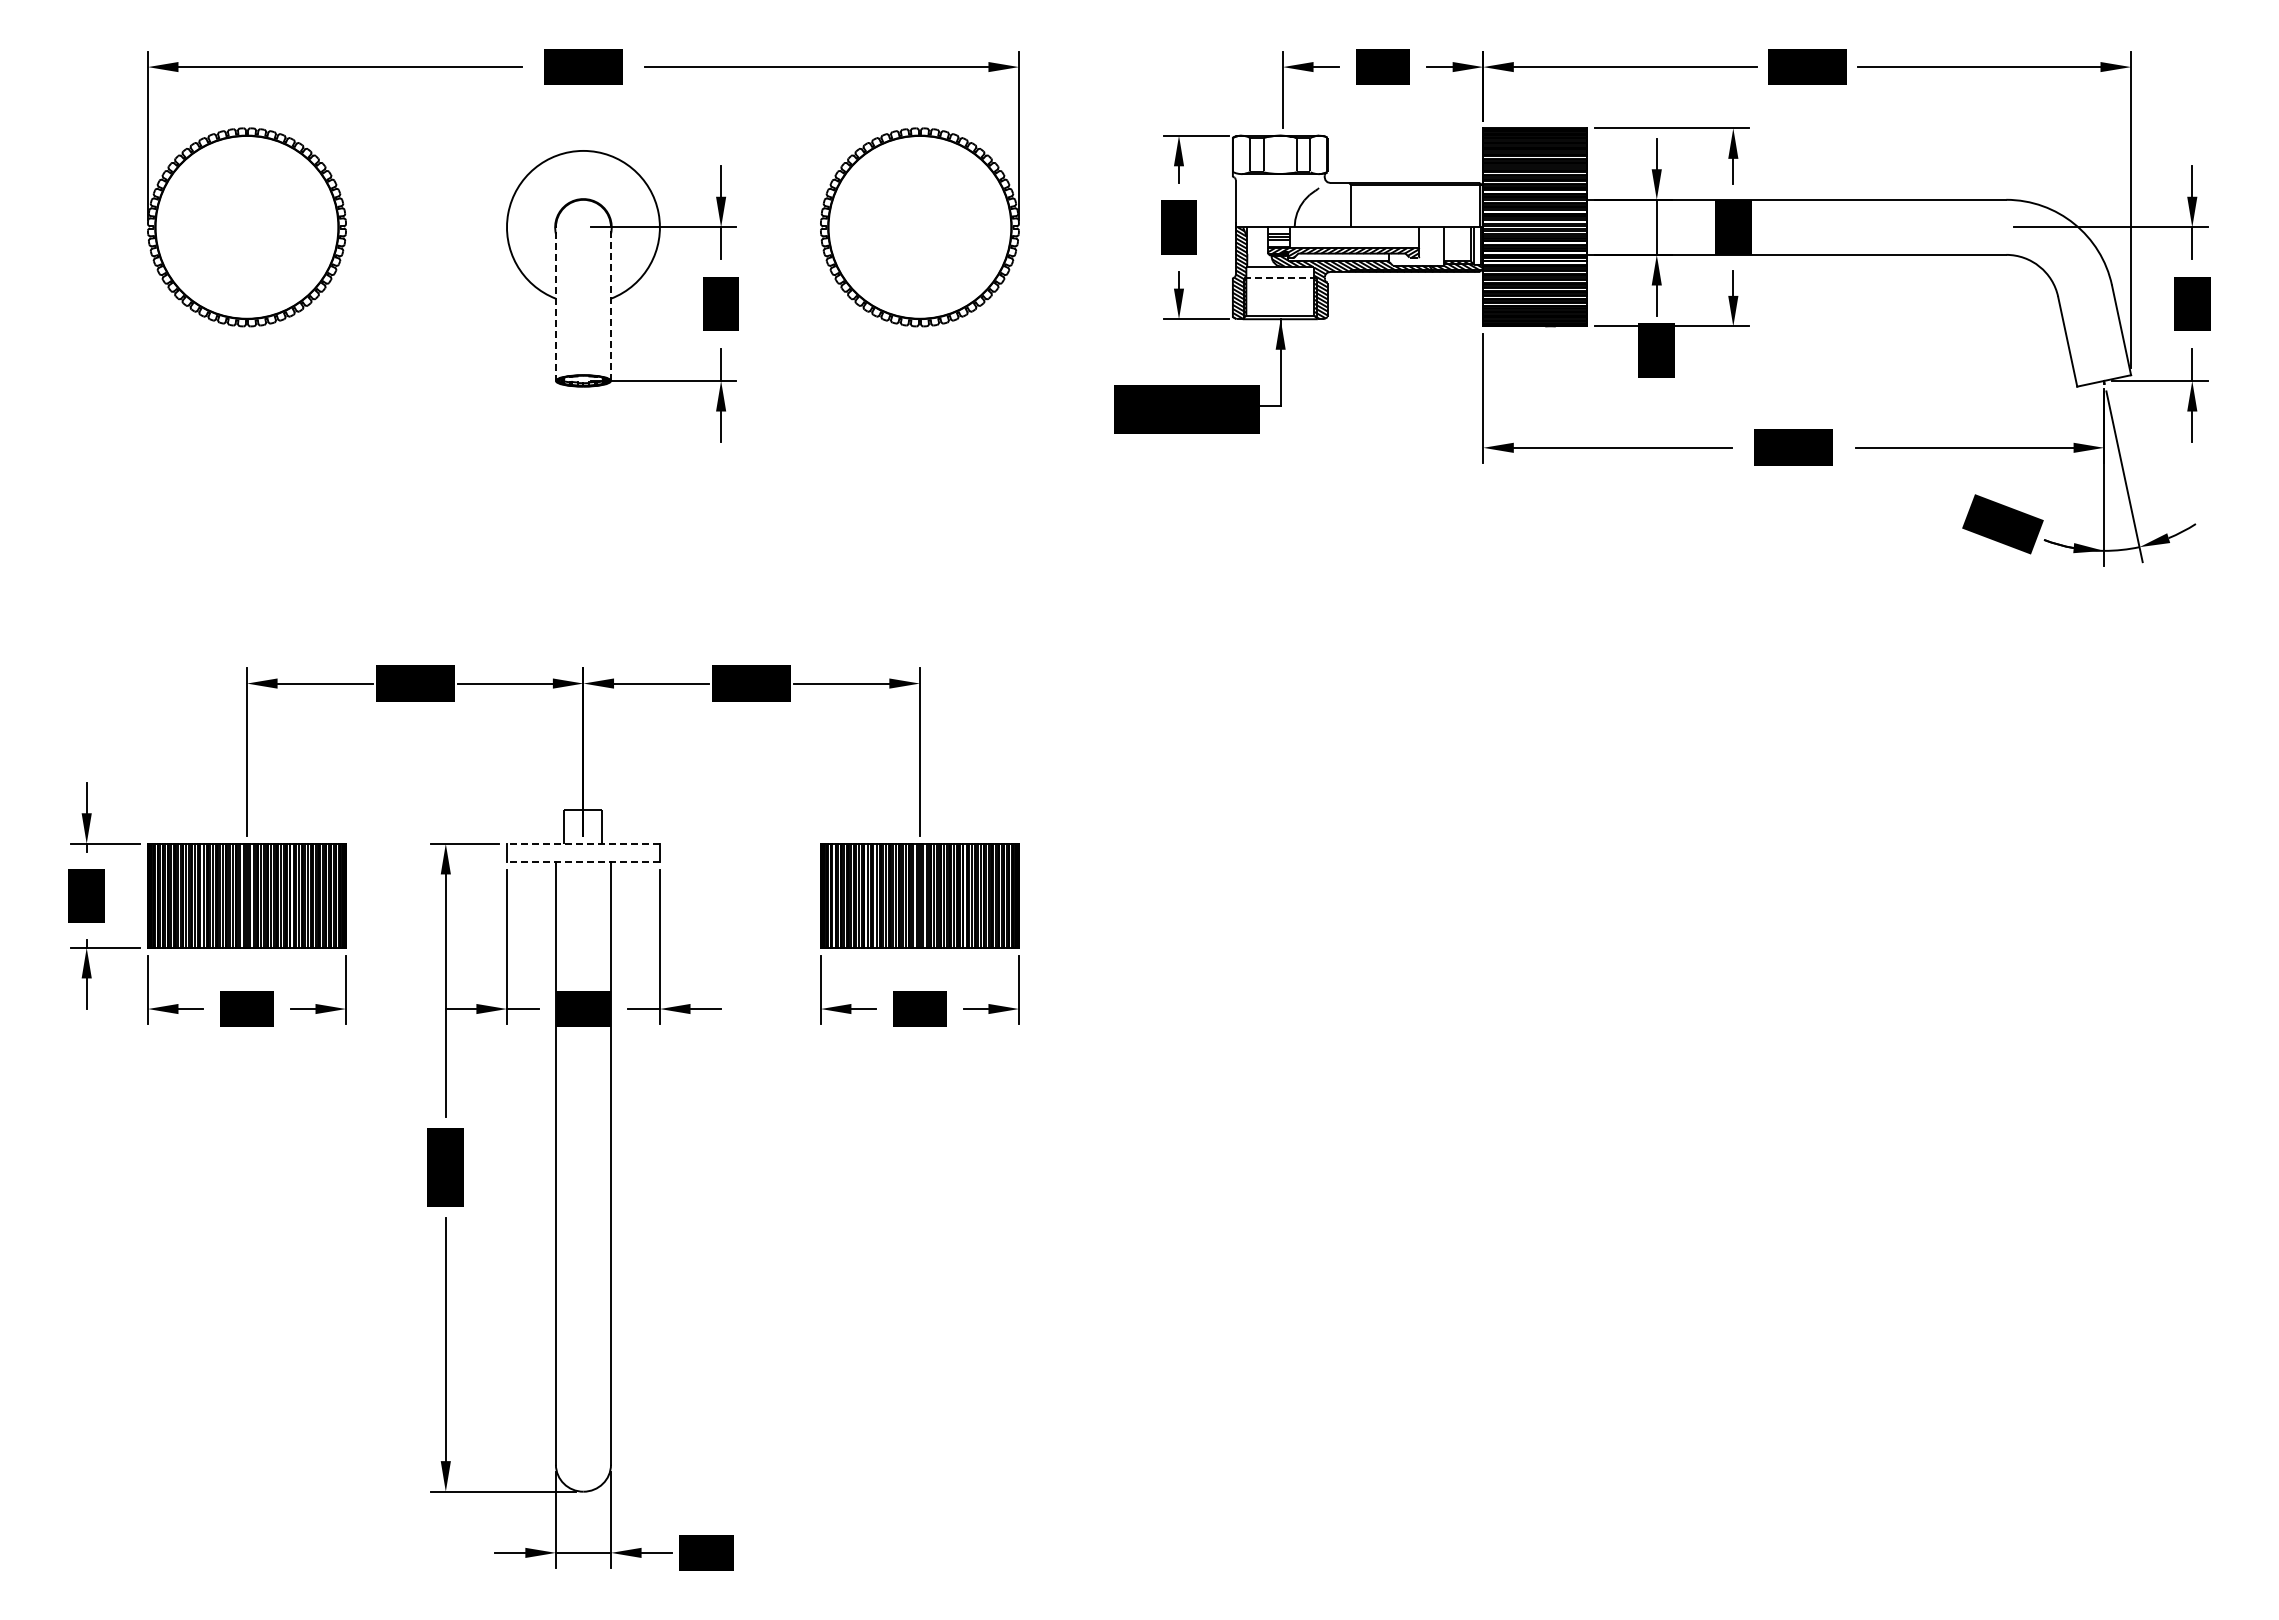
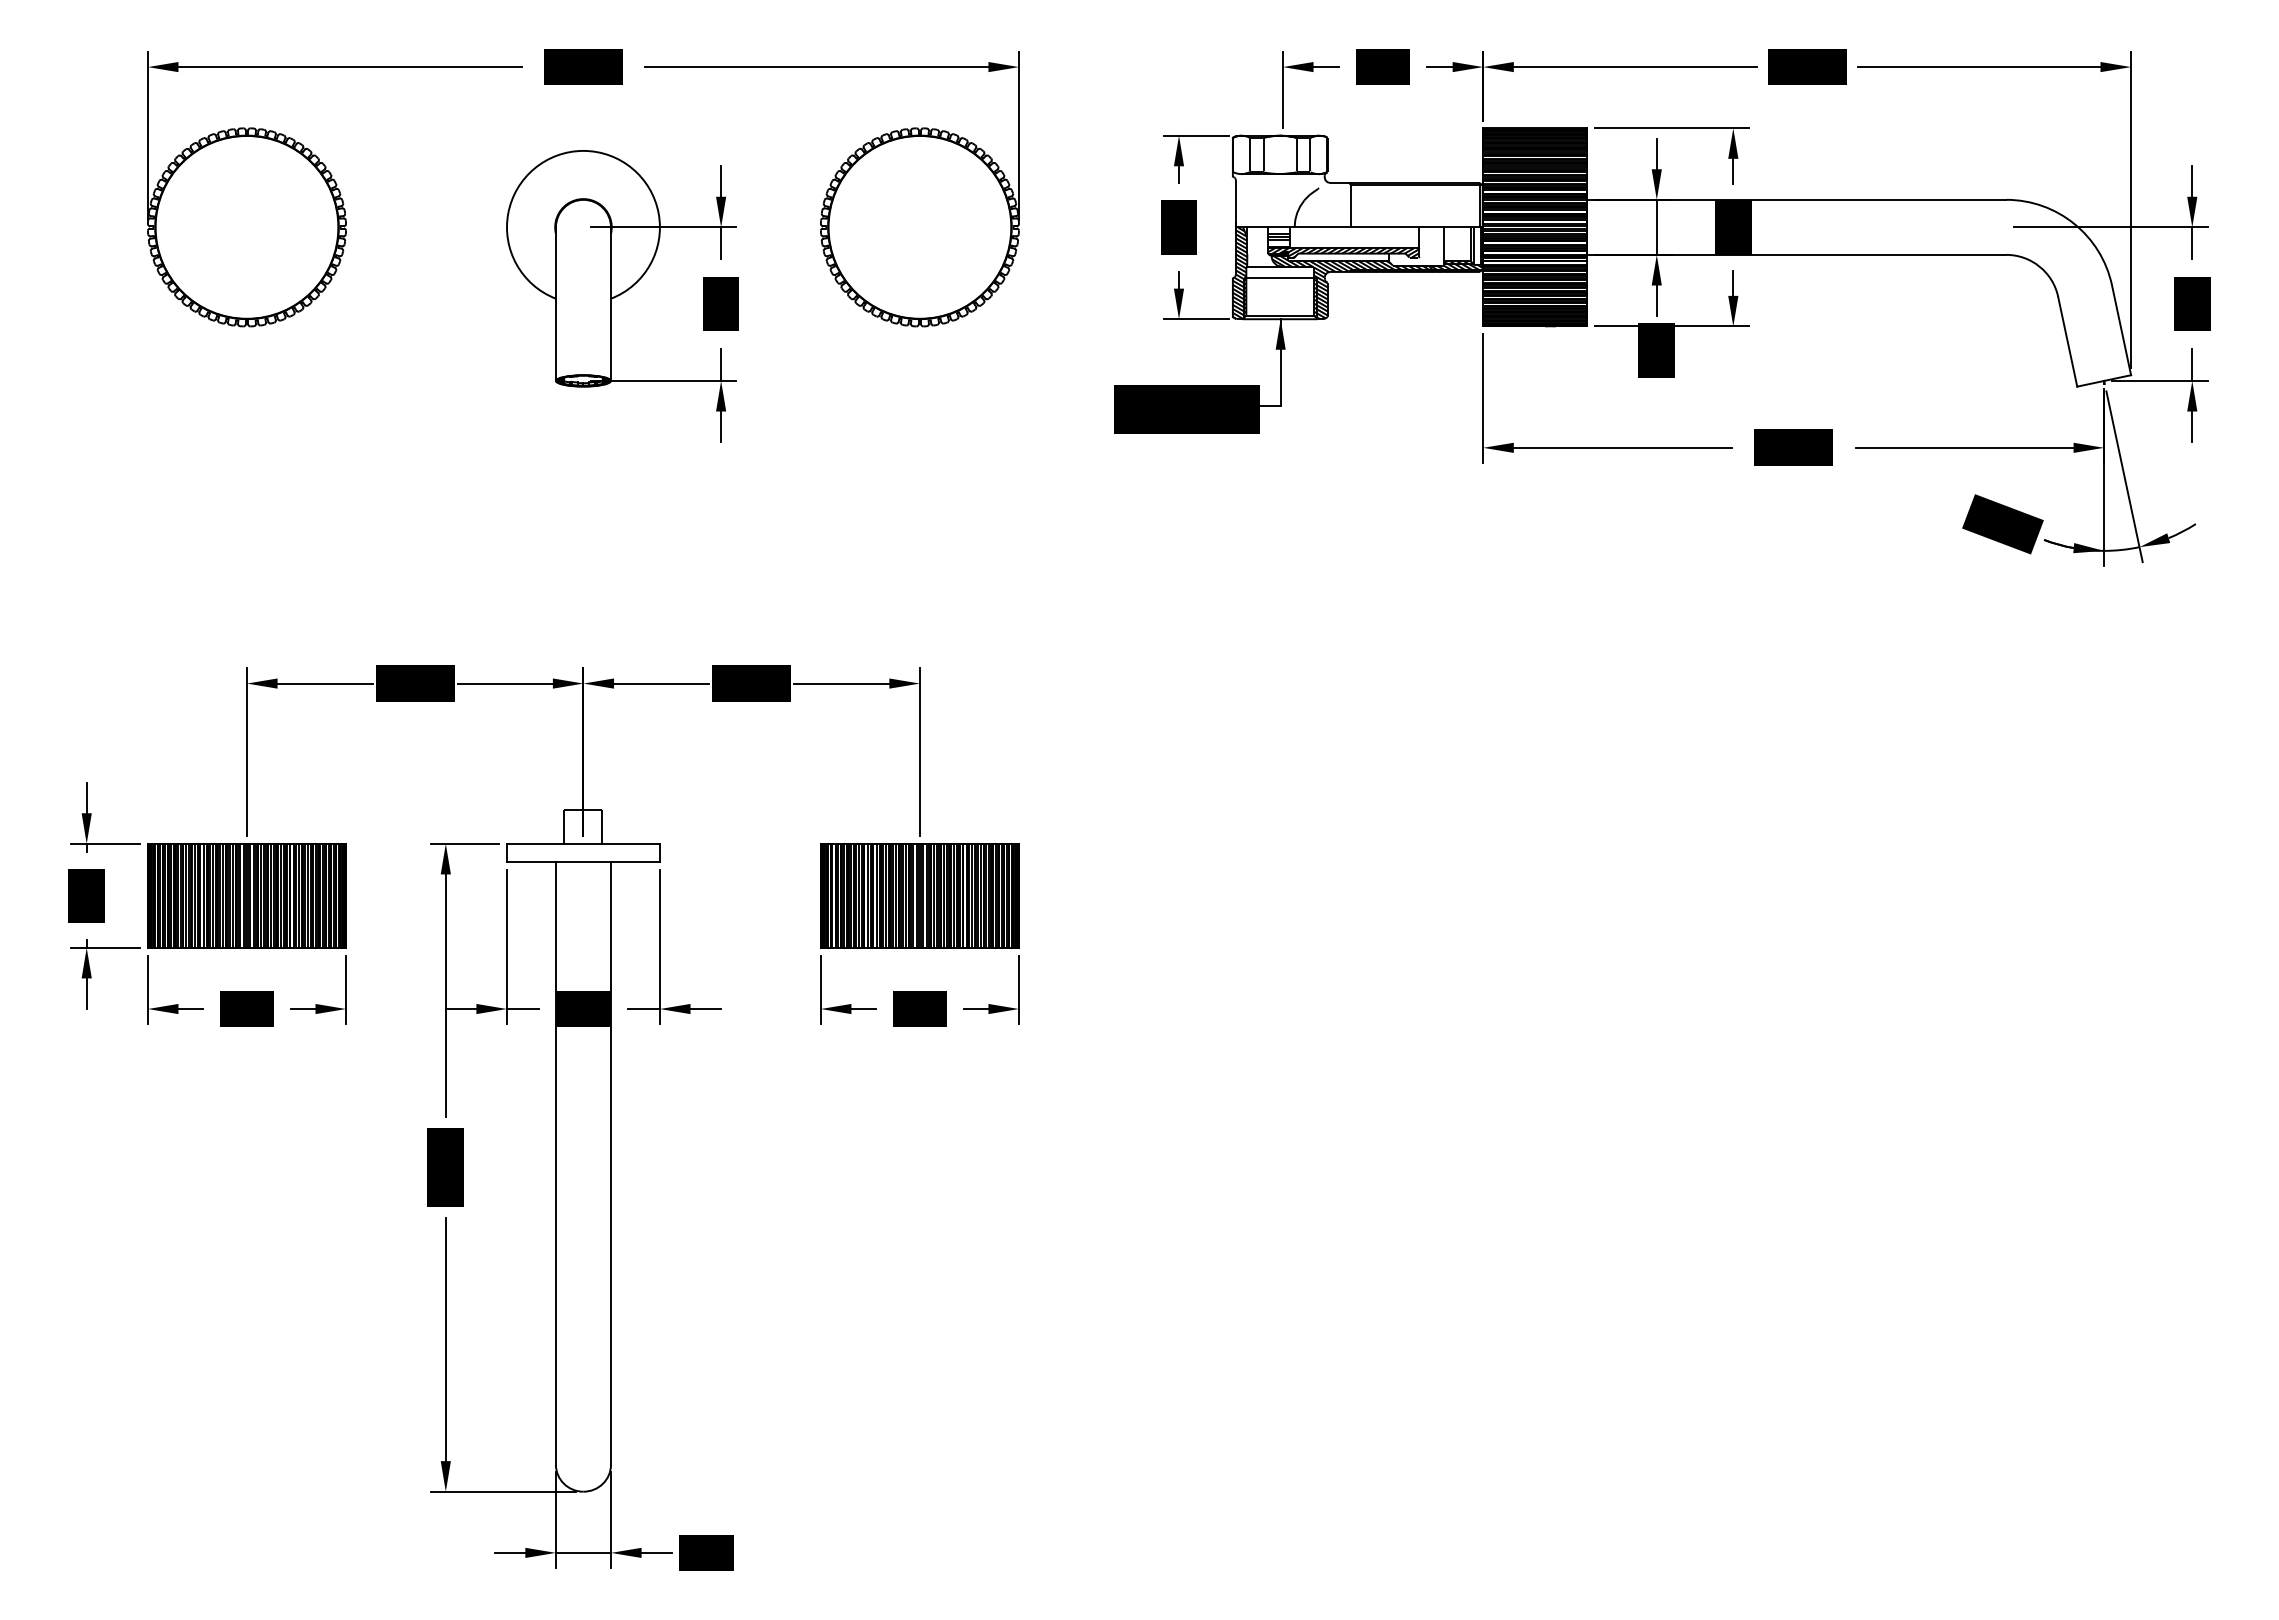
line at (1280, 277): dashed -> solid
line at (555, 301): dashed -> solid
line at (611, 304): dashed -> solid
line at (582, 843): dashed -> solid
line at (582, 862): dashed -> solid
